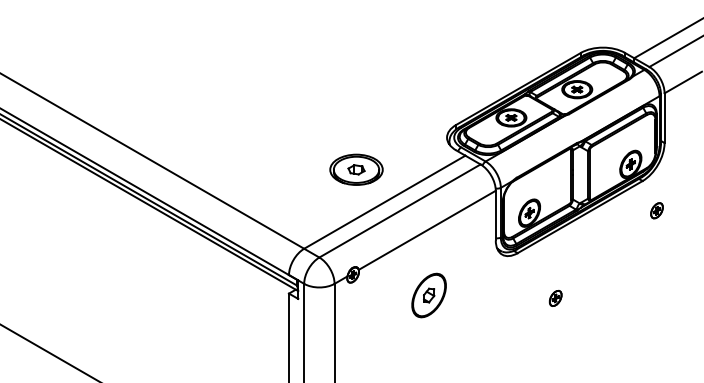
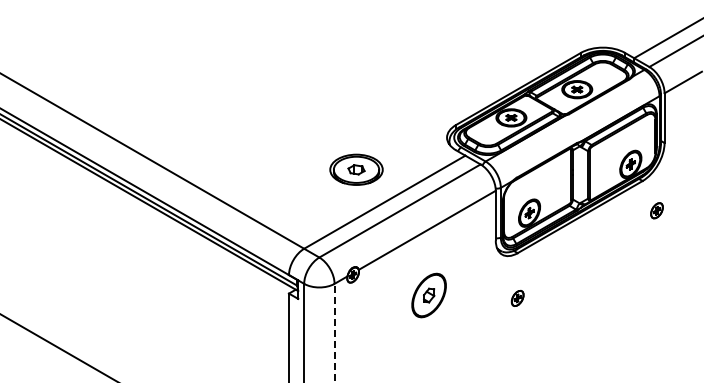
part at (555, 297) position: (555, 297) -> (517, 297)
line at (334, 332): solid -> dashed
line at (48, 352) position: (48, 352) -> (57, 347)
